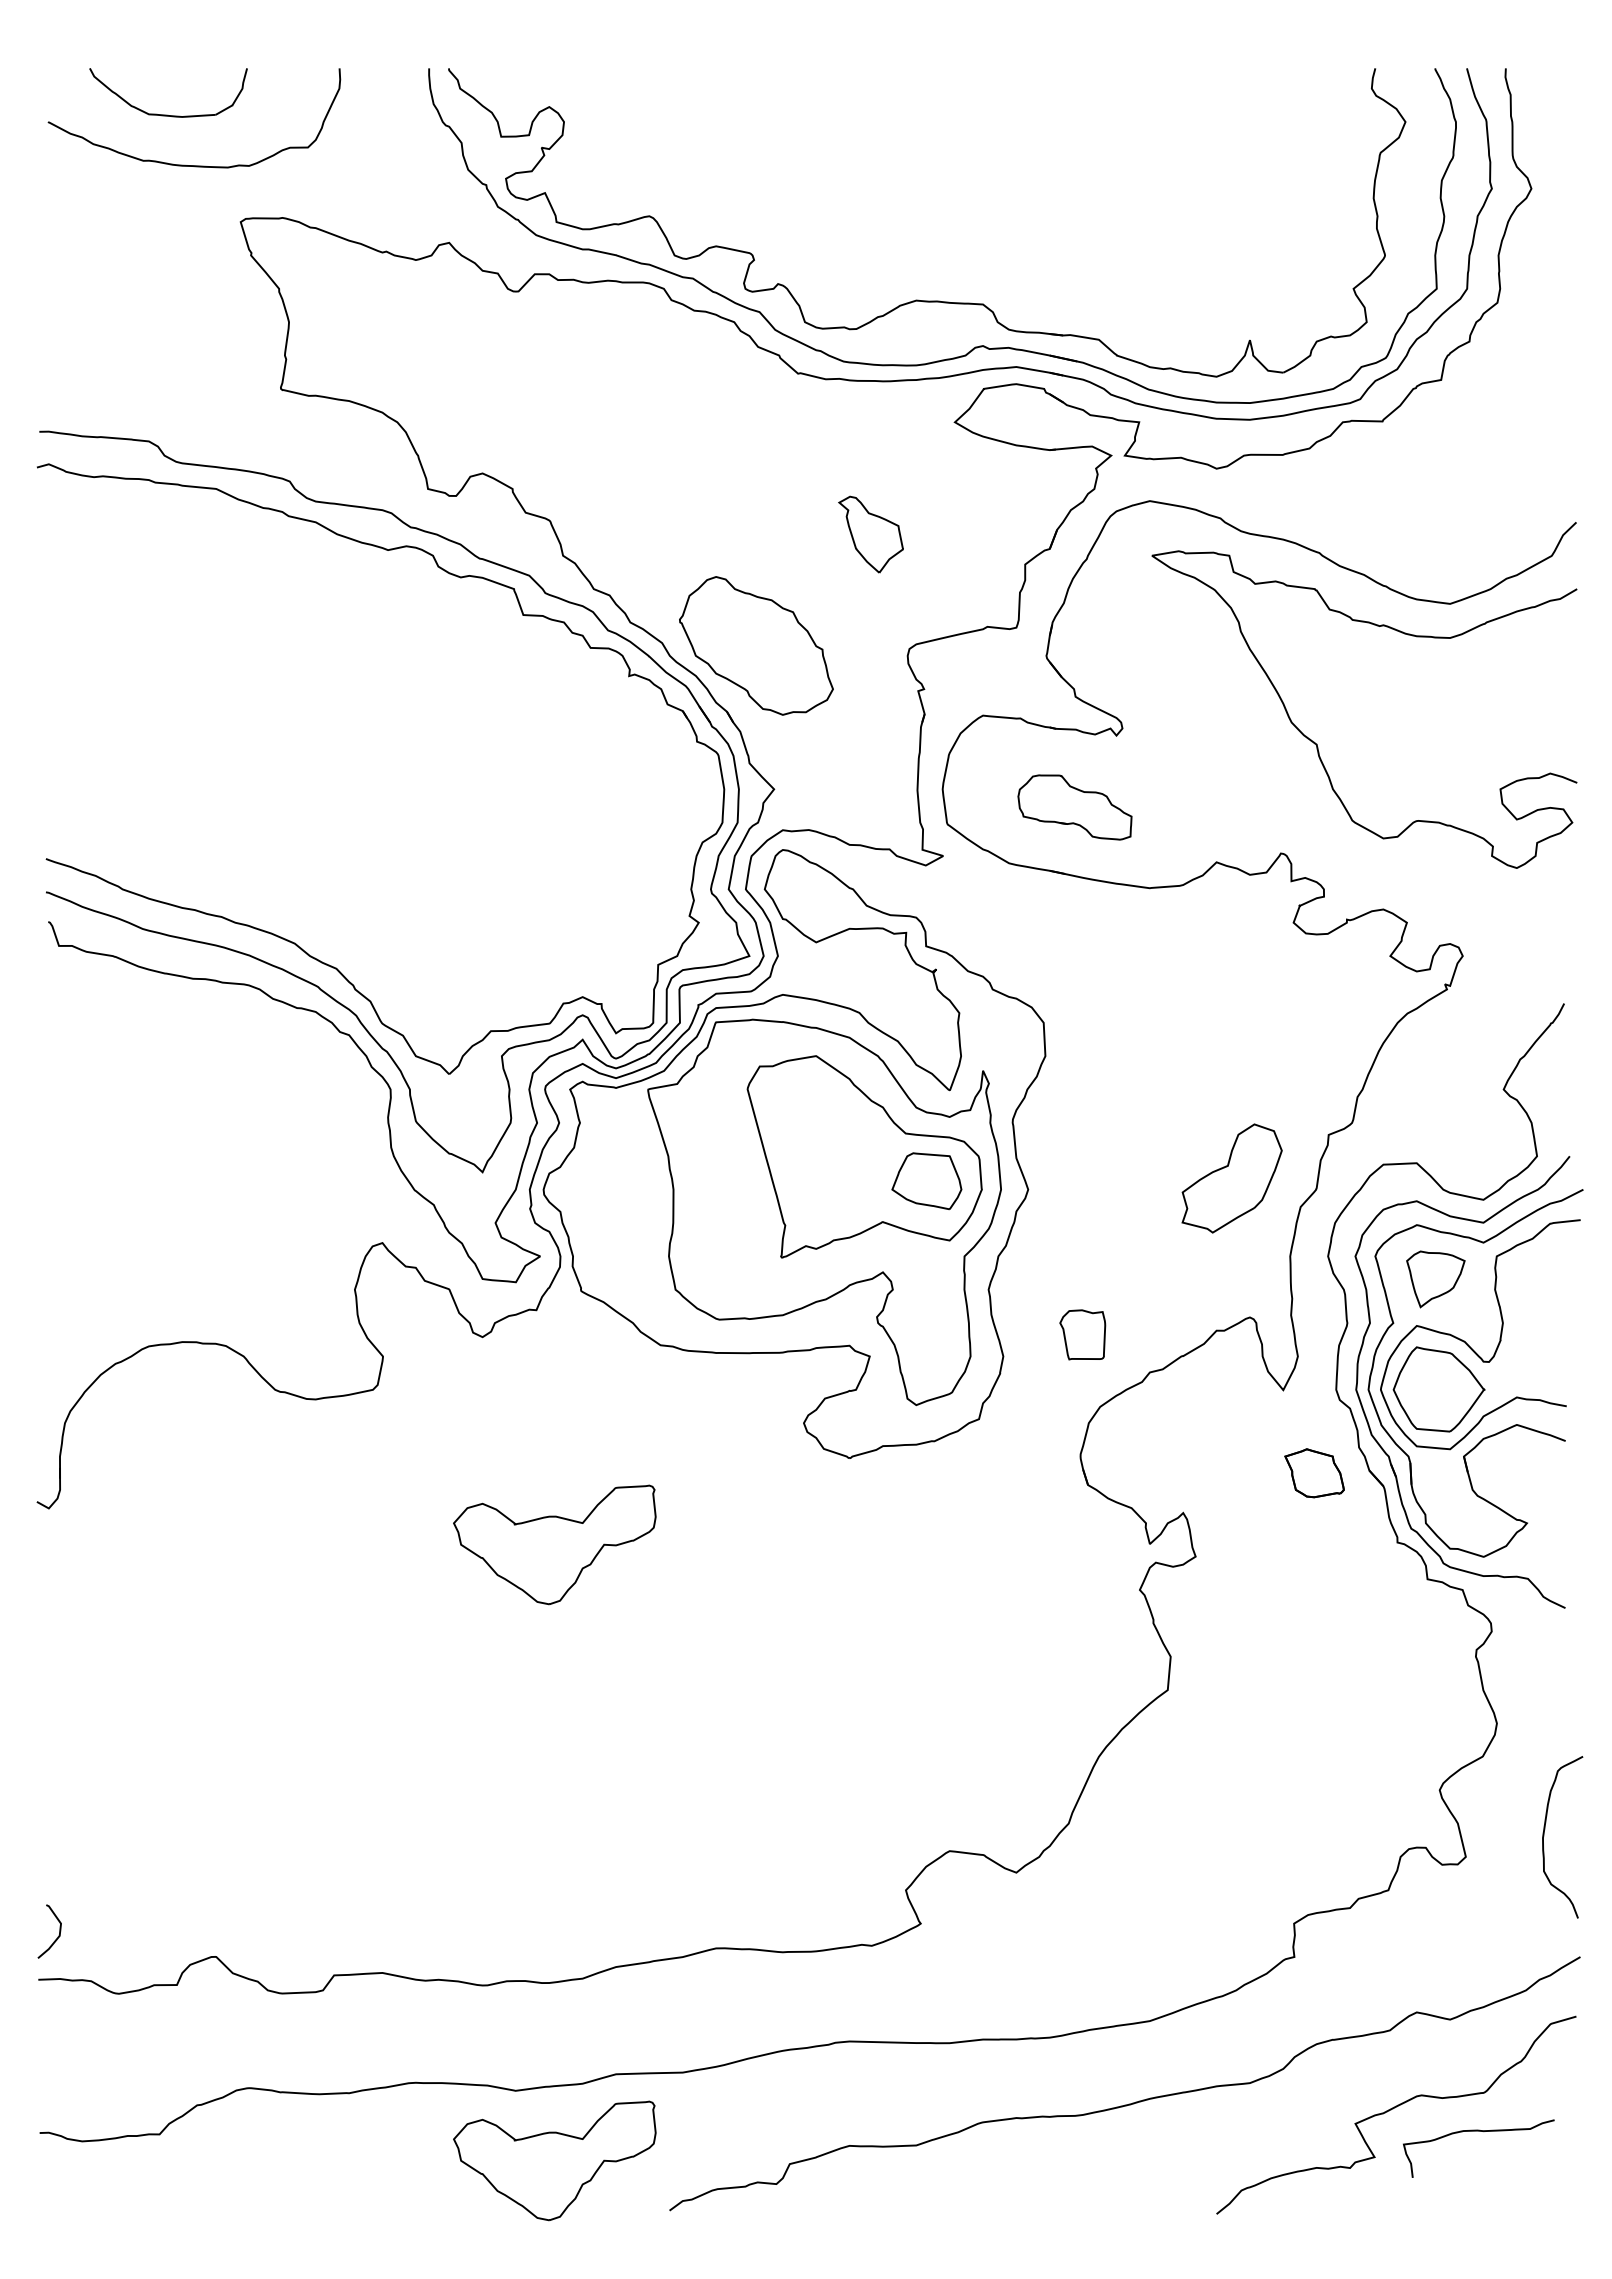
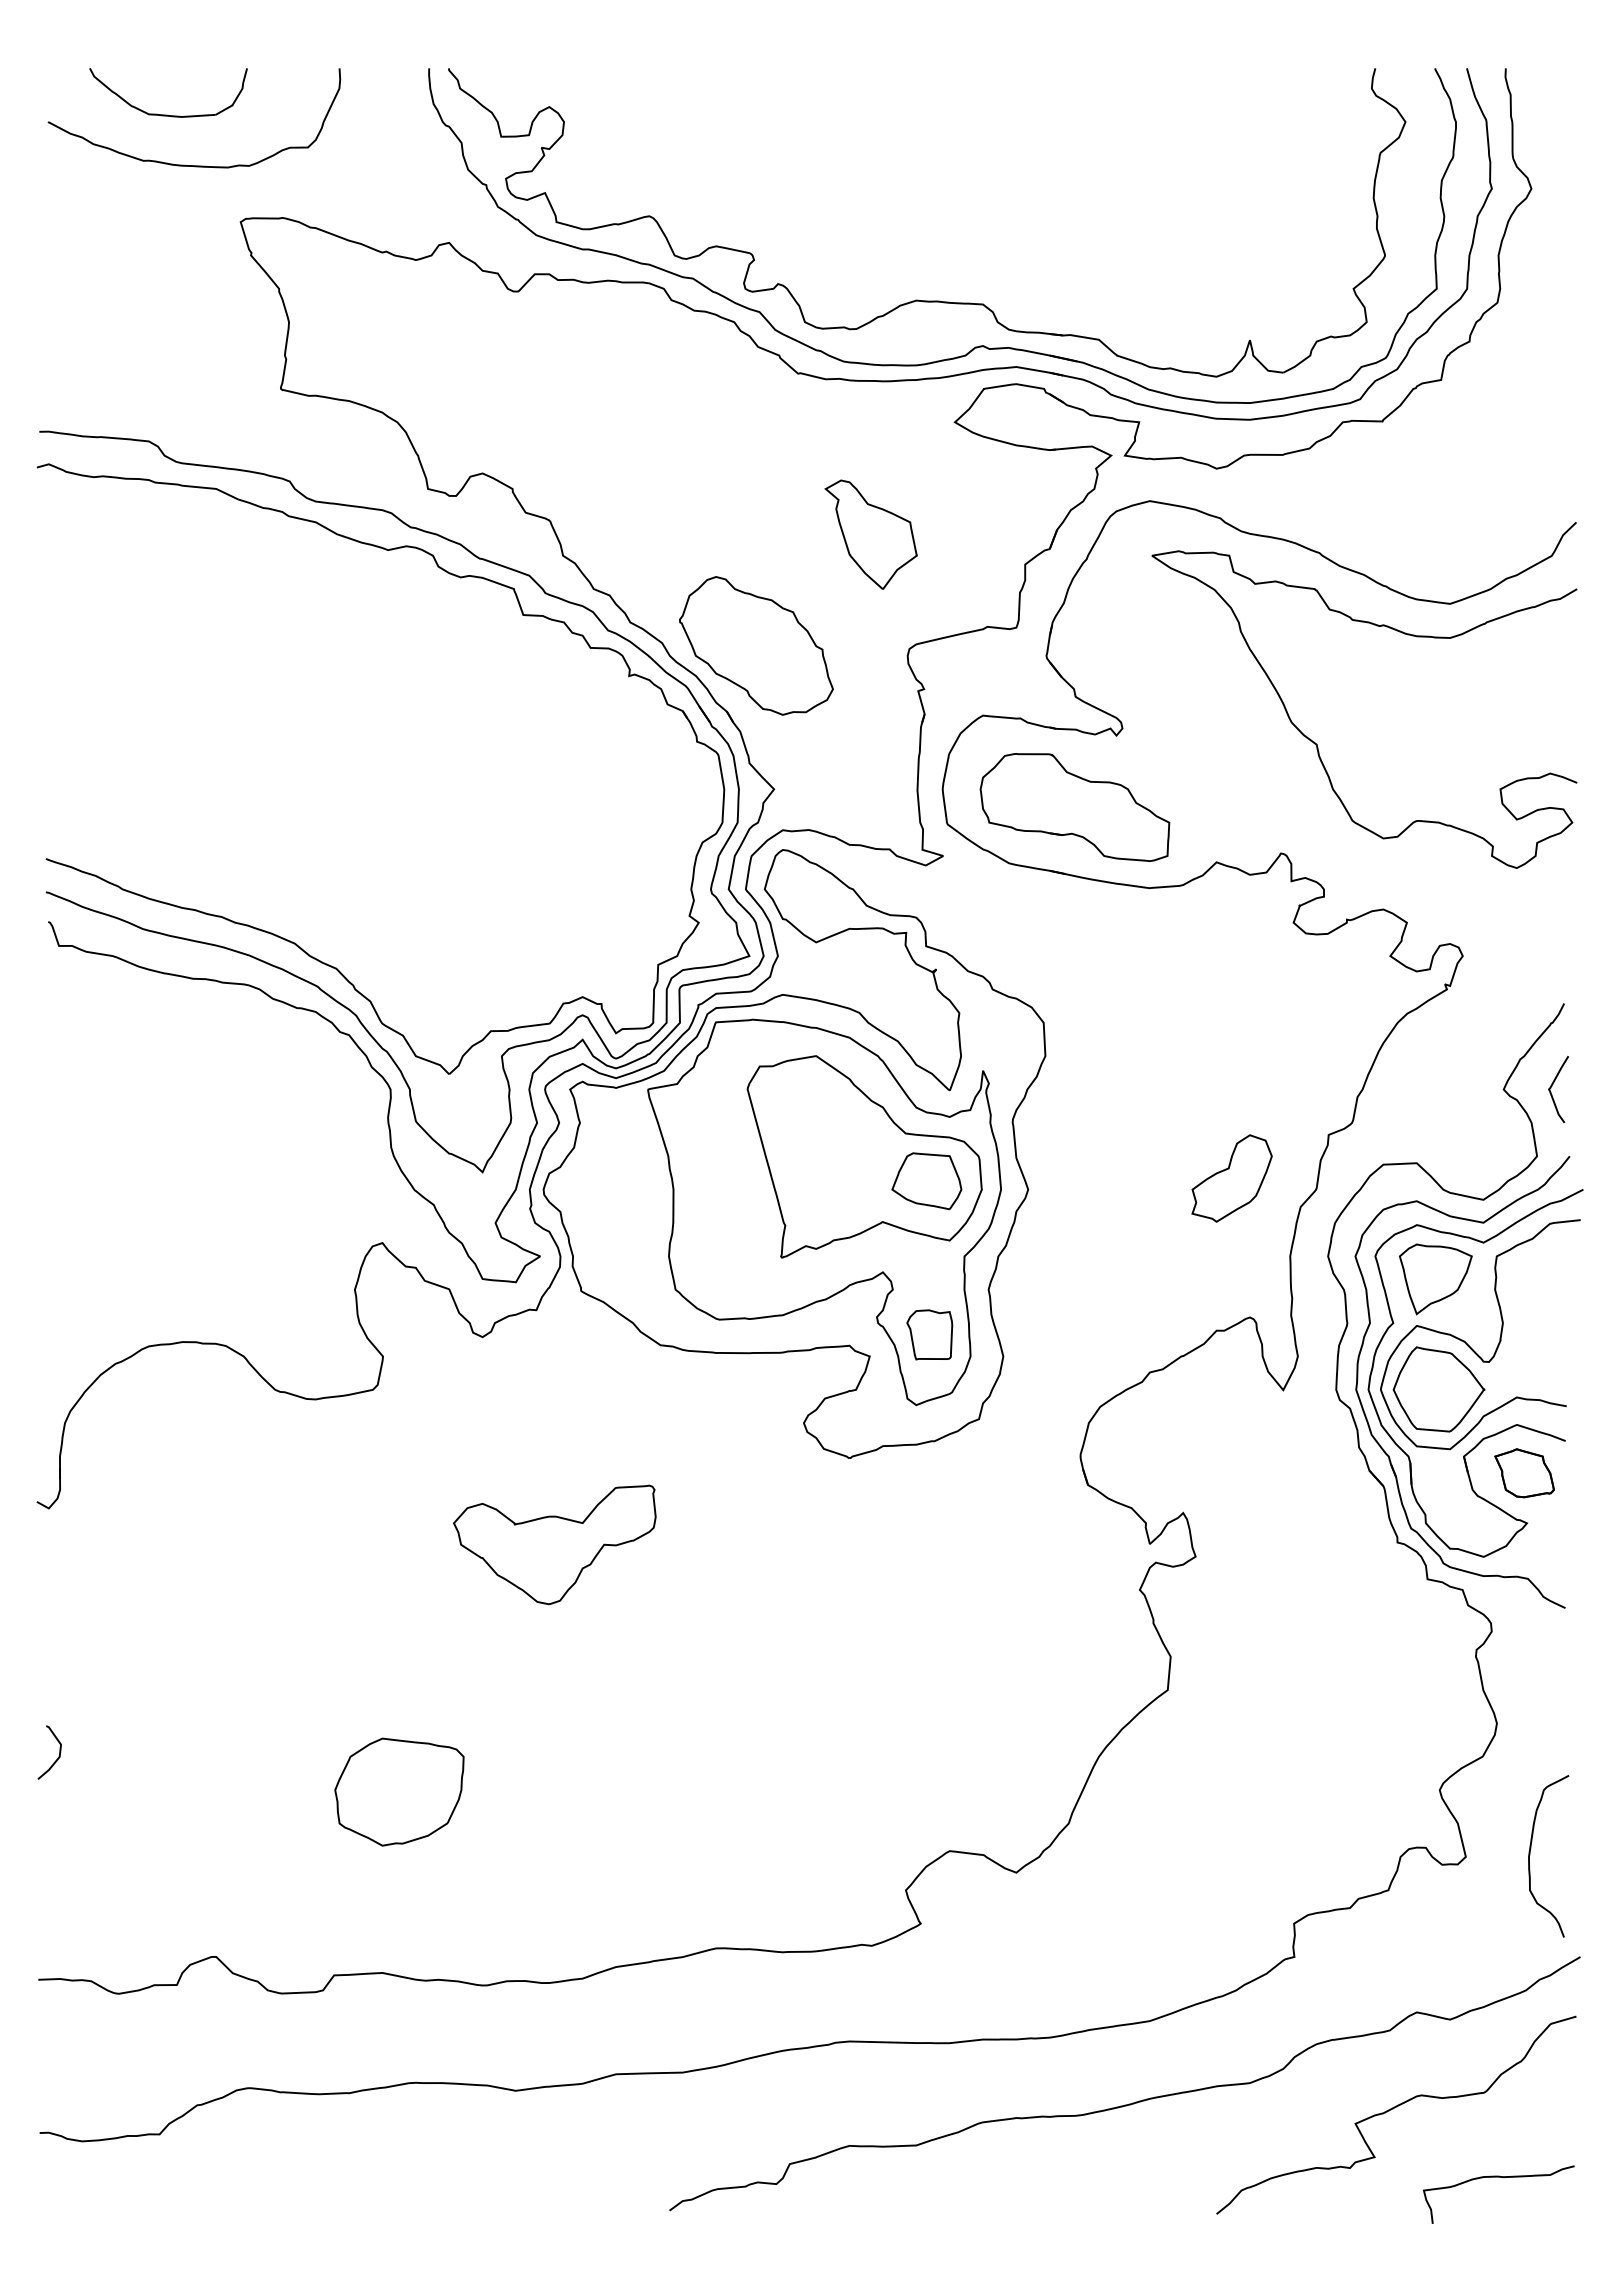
part at (870, 534) size: 66x79 px -> 94x111 px
part at (1074, 807) size: 116x67 px -> 192x109 px
curve at (1552, 1086): none -> present
part at (1231, 1178) size: 102x111 px -> 82x89 px
part at (1435, 1279) size: 60x59 px -> 74x73 px
part at (1082, 1334) position: (1082, 1334) -> (929, 1334)
part at (1314, 1473) position: (1314, 1473) -> (1524, 1473)
part at (399, 1791): none -> present
curve at (1544, 1836) position: (1544, 1836) -> (1530, 1855)
curve at (57, 1936) position: (57, 1936) -> (57, 1757)
curve at (1483, 2132) position: (1483, 2132) -> (1503, 2178)
part at (554, 2160): present -> none
